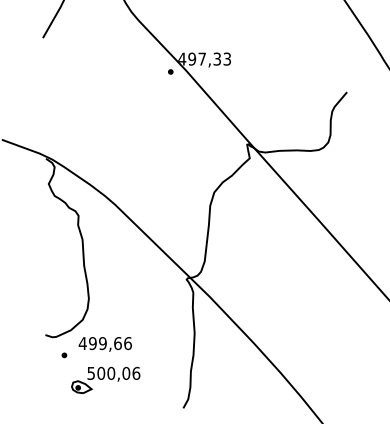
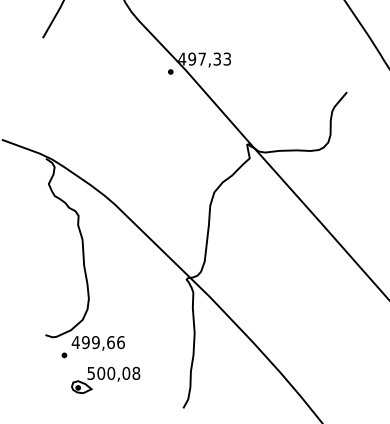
text at (104, 344) position: (104, 344) -> (97, 343)
text at (136, 372): 500,06 -> 500,08
